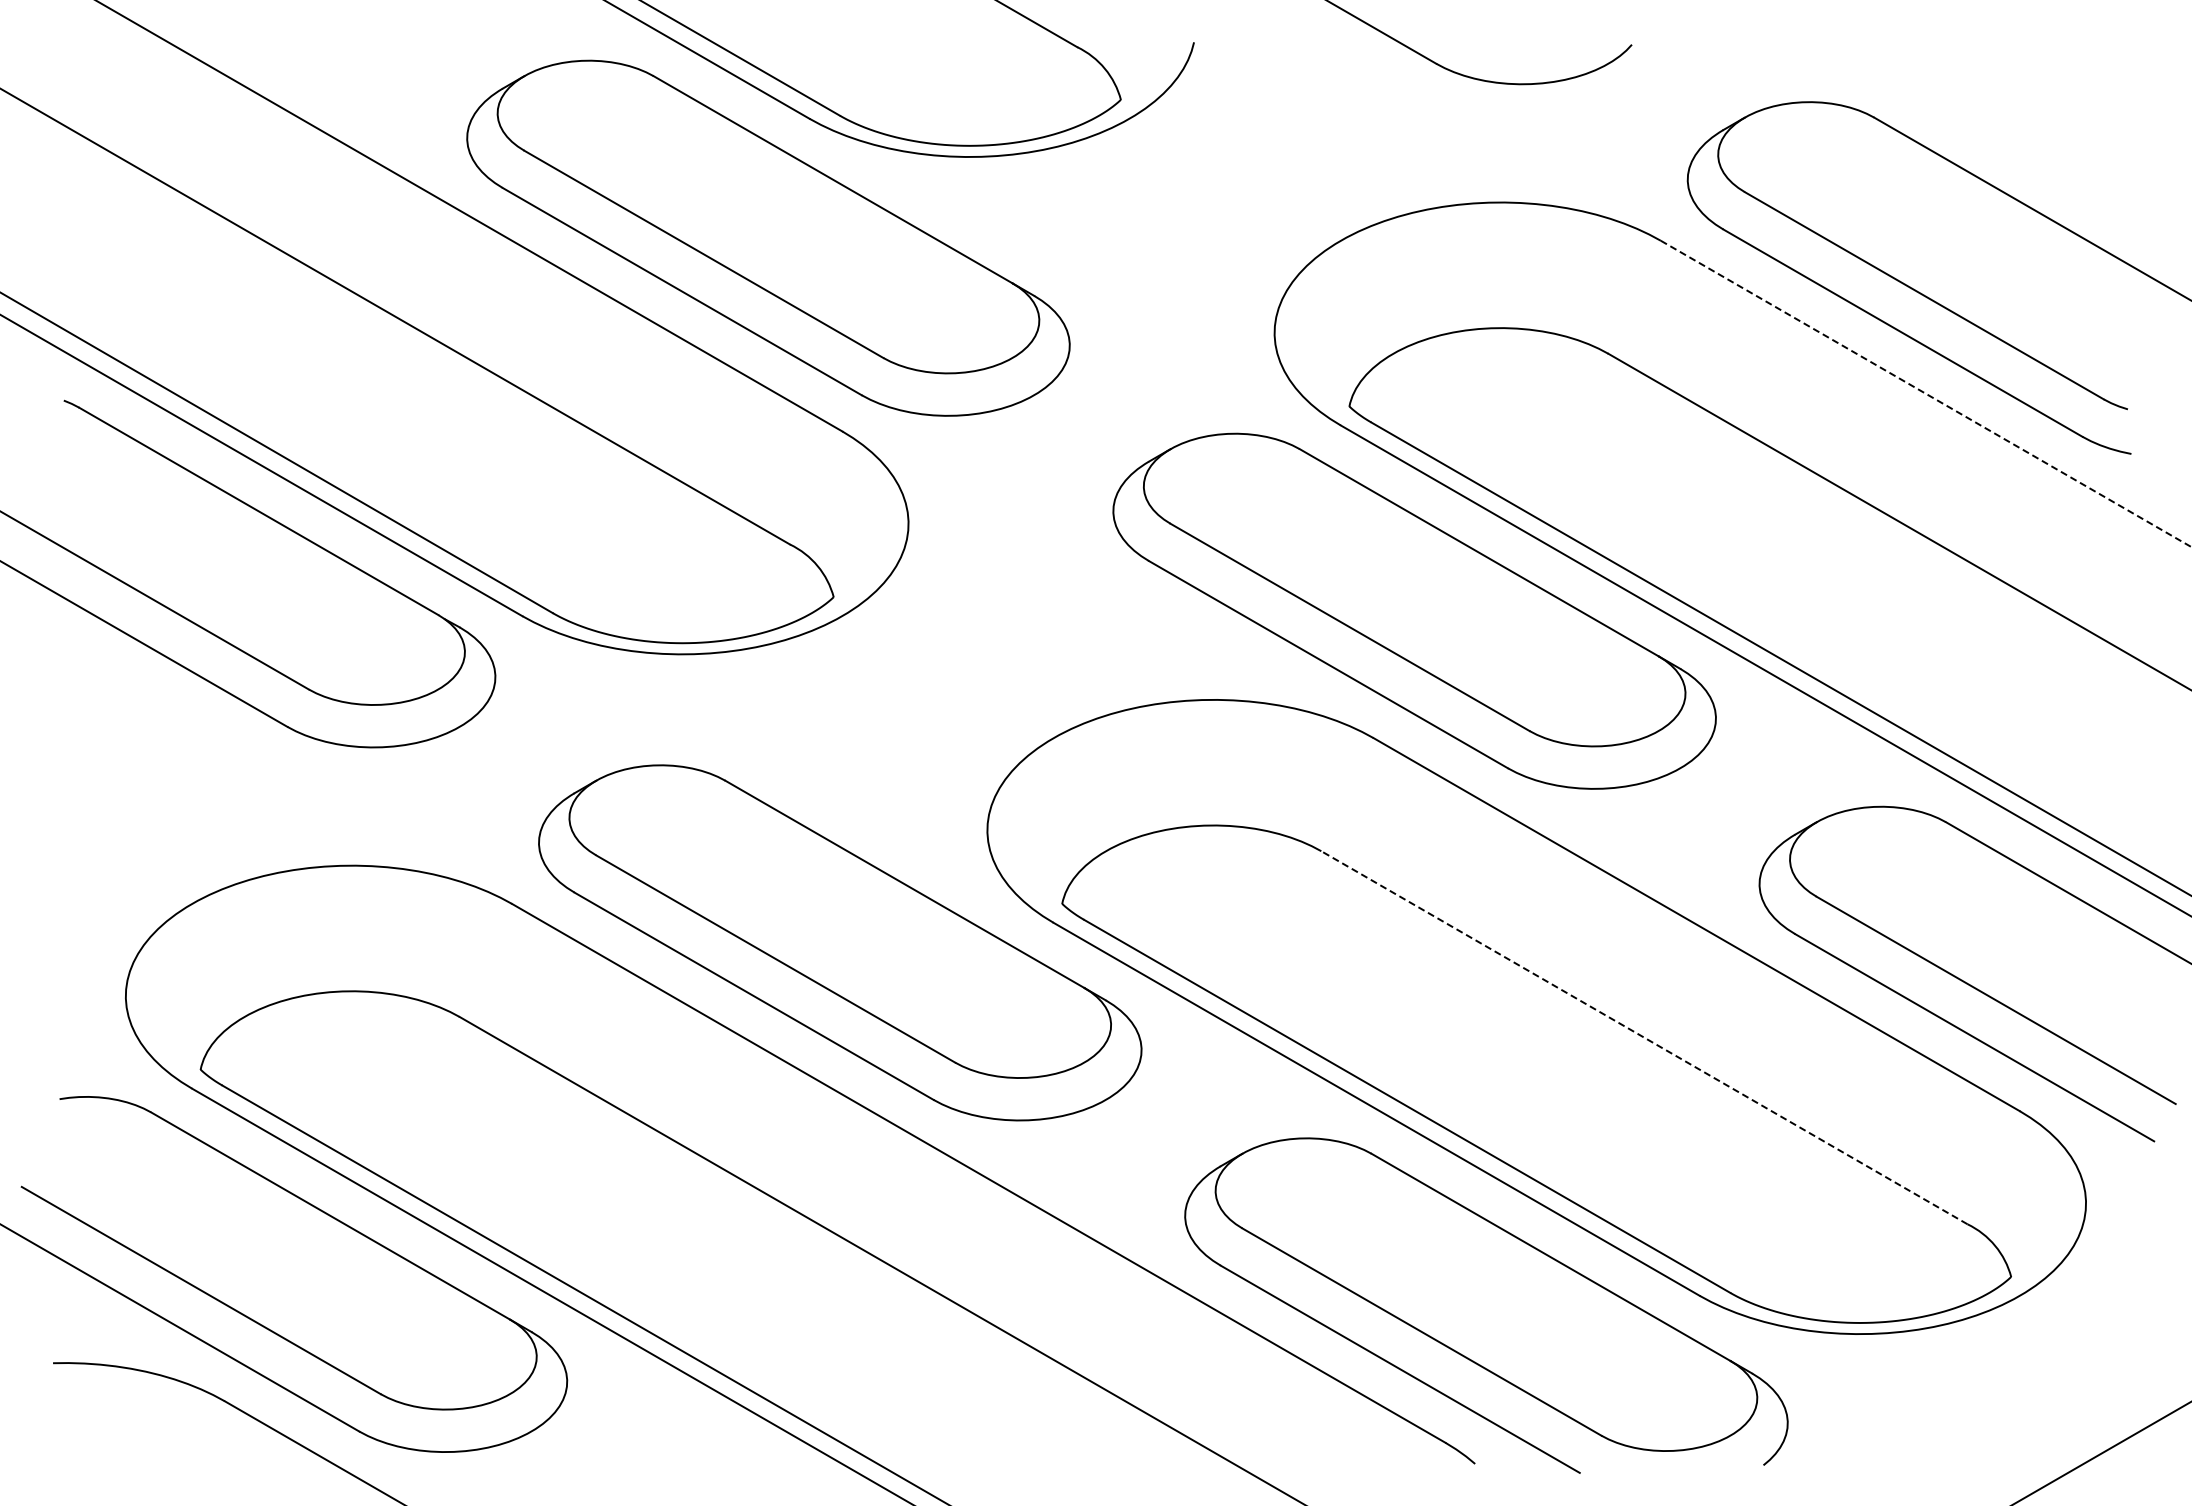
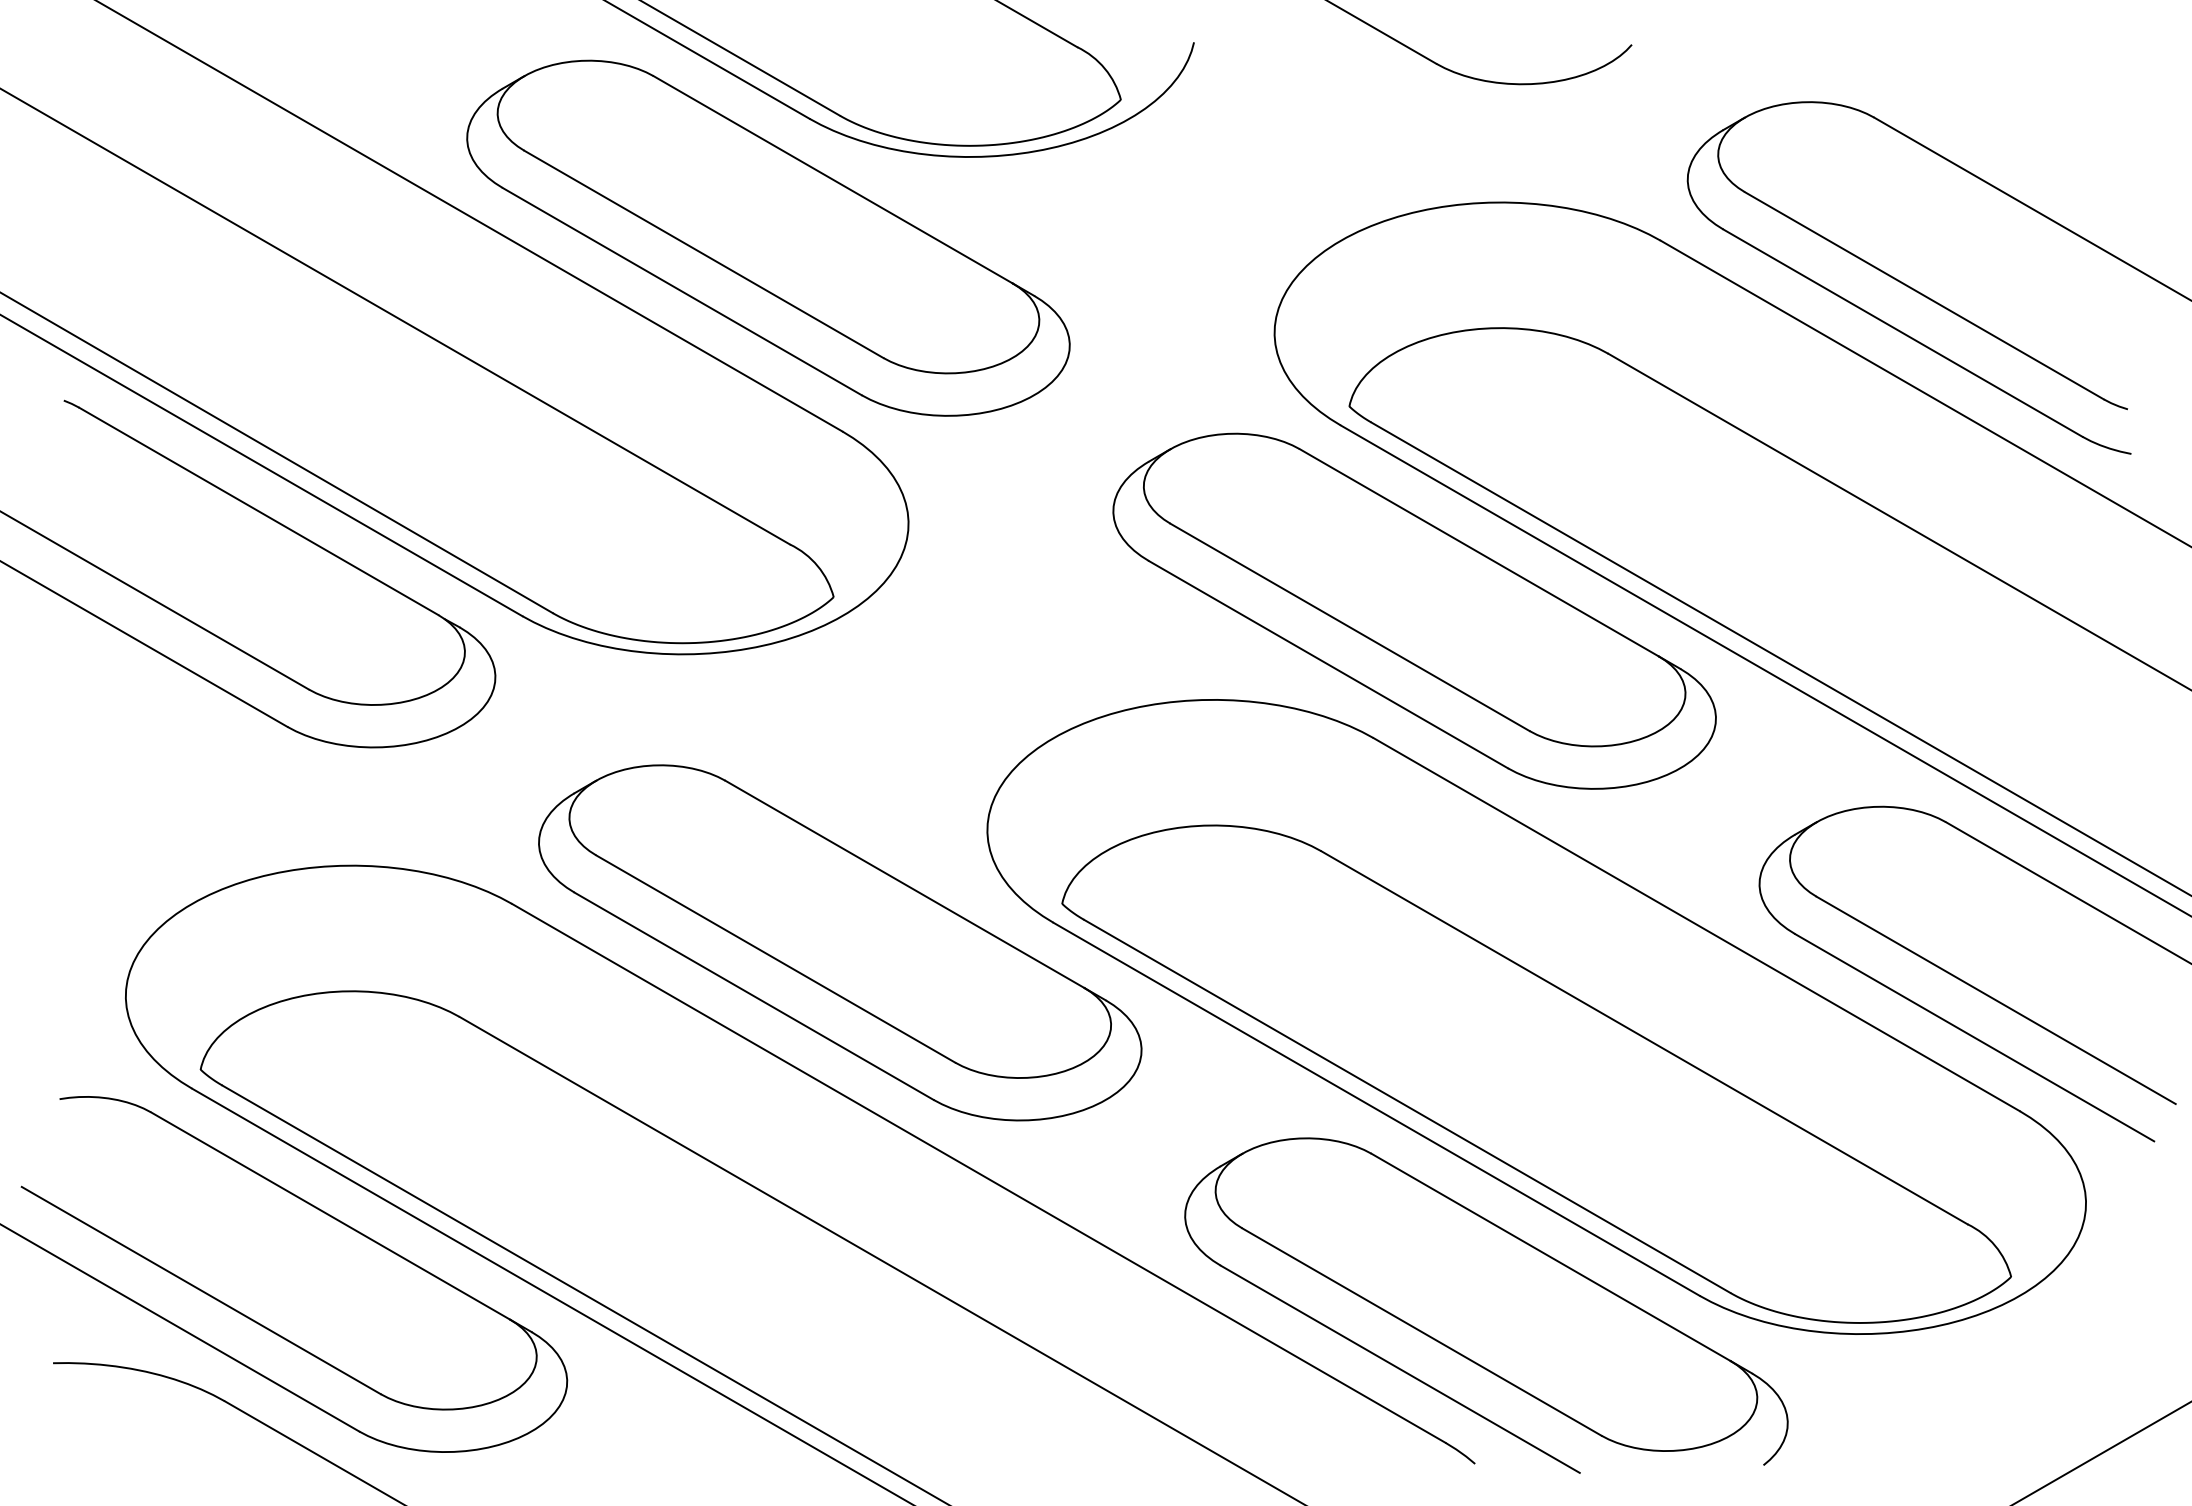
line at (1926, 394): dashed -> solid
line at (1643, 1037): dashed -> solid
